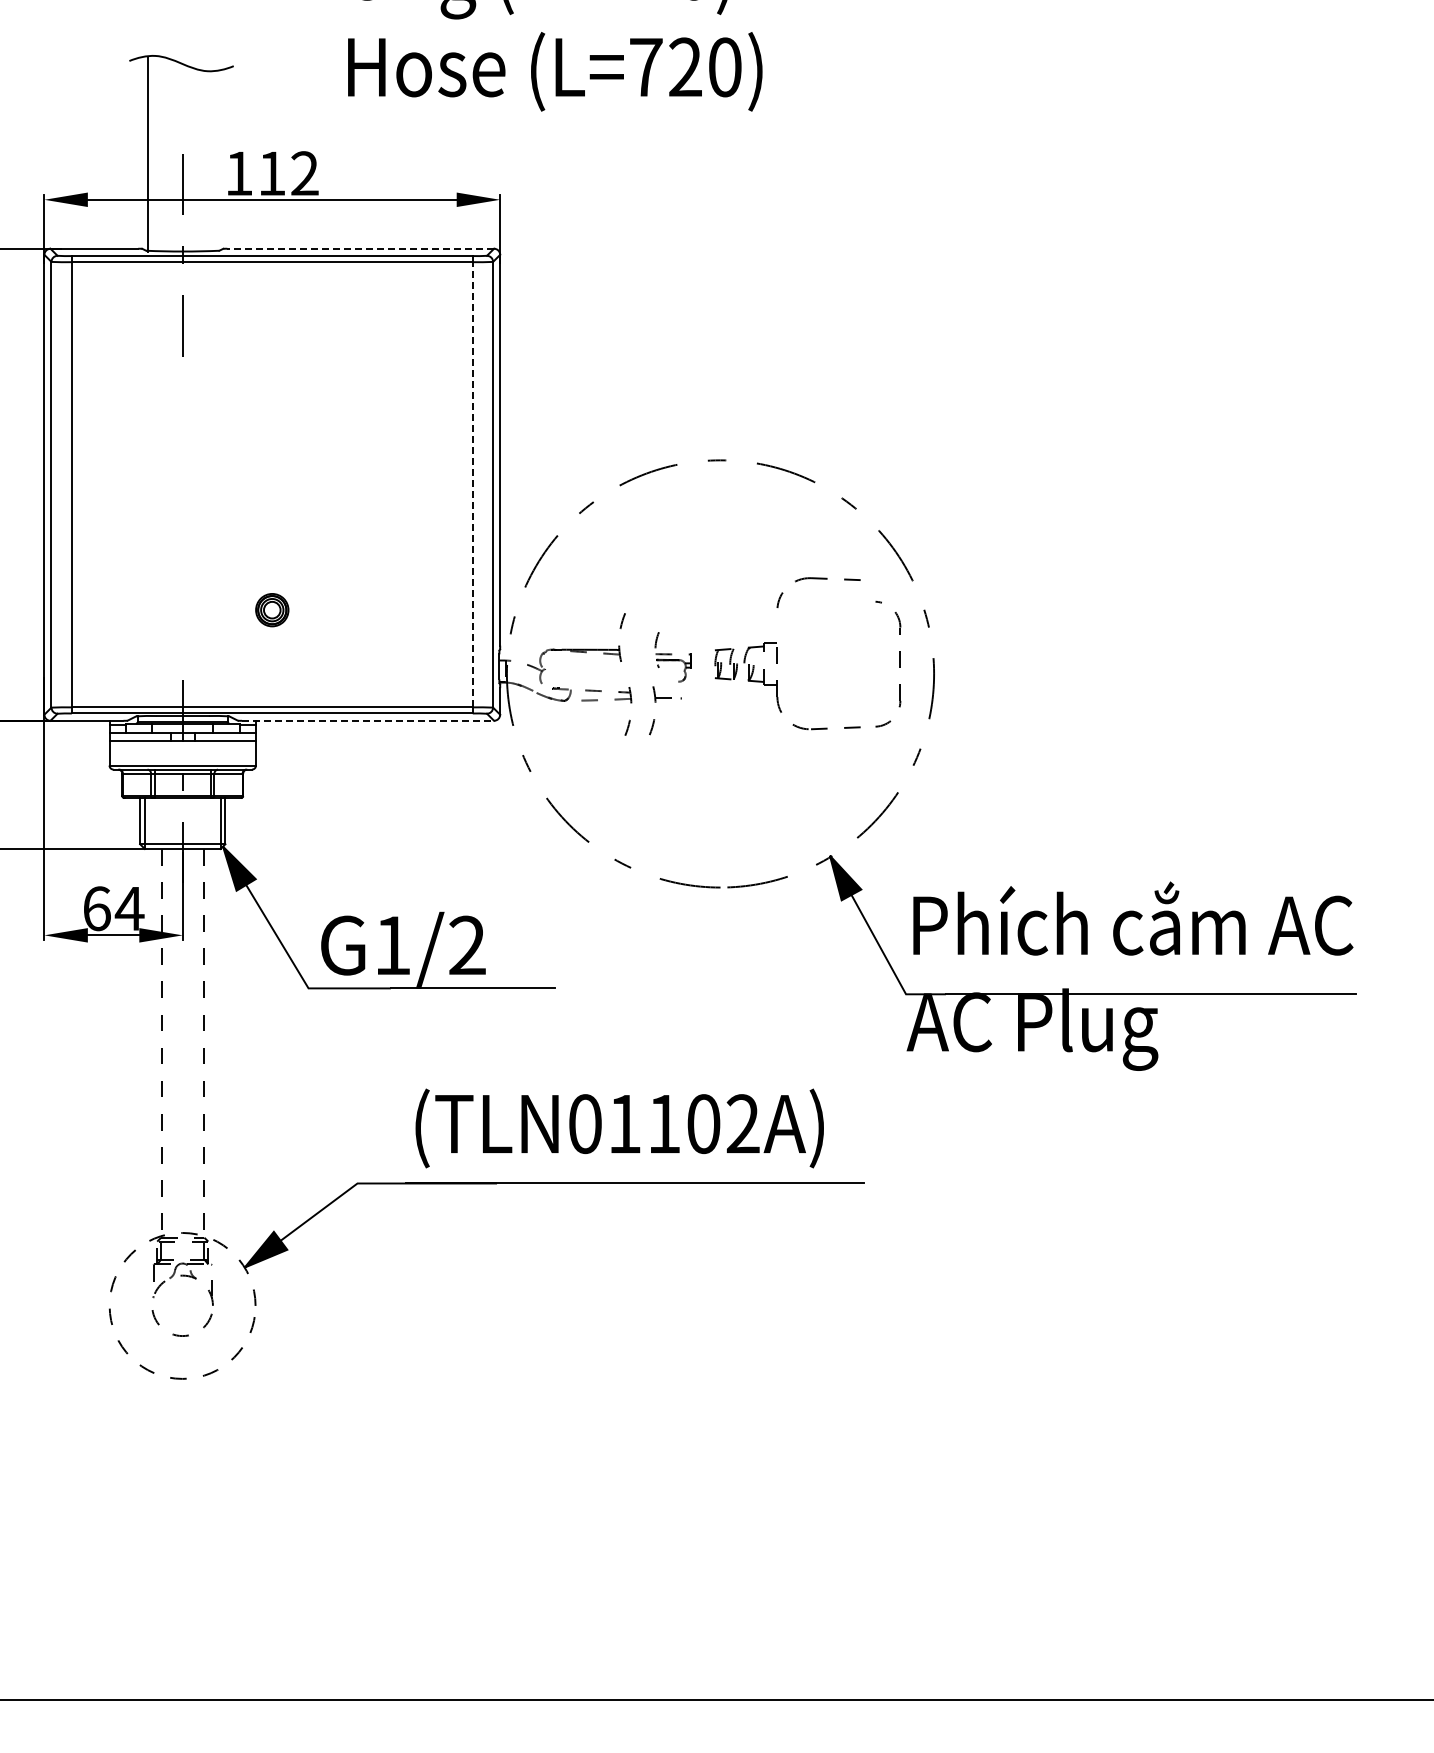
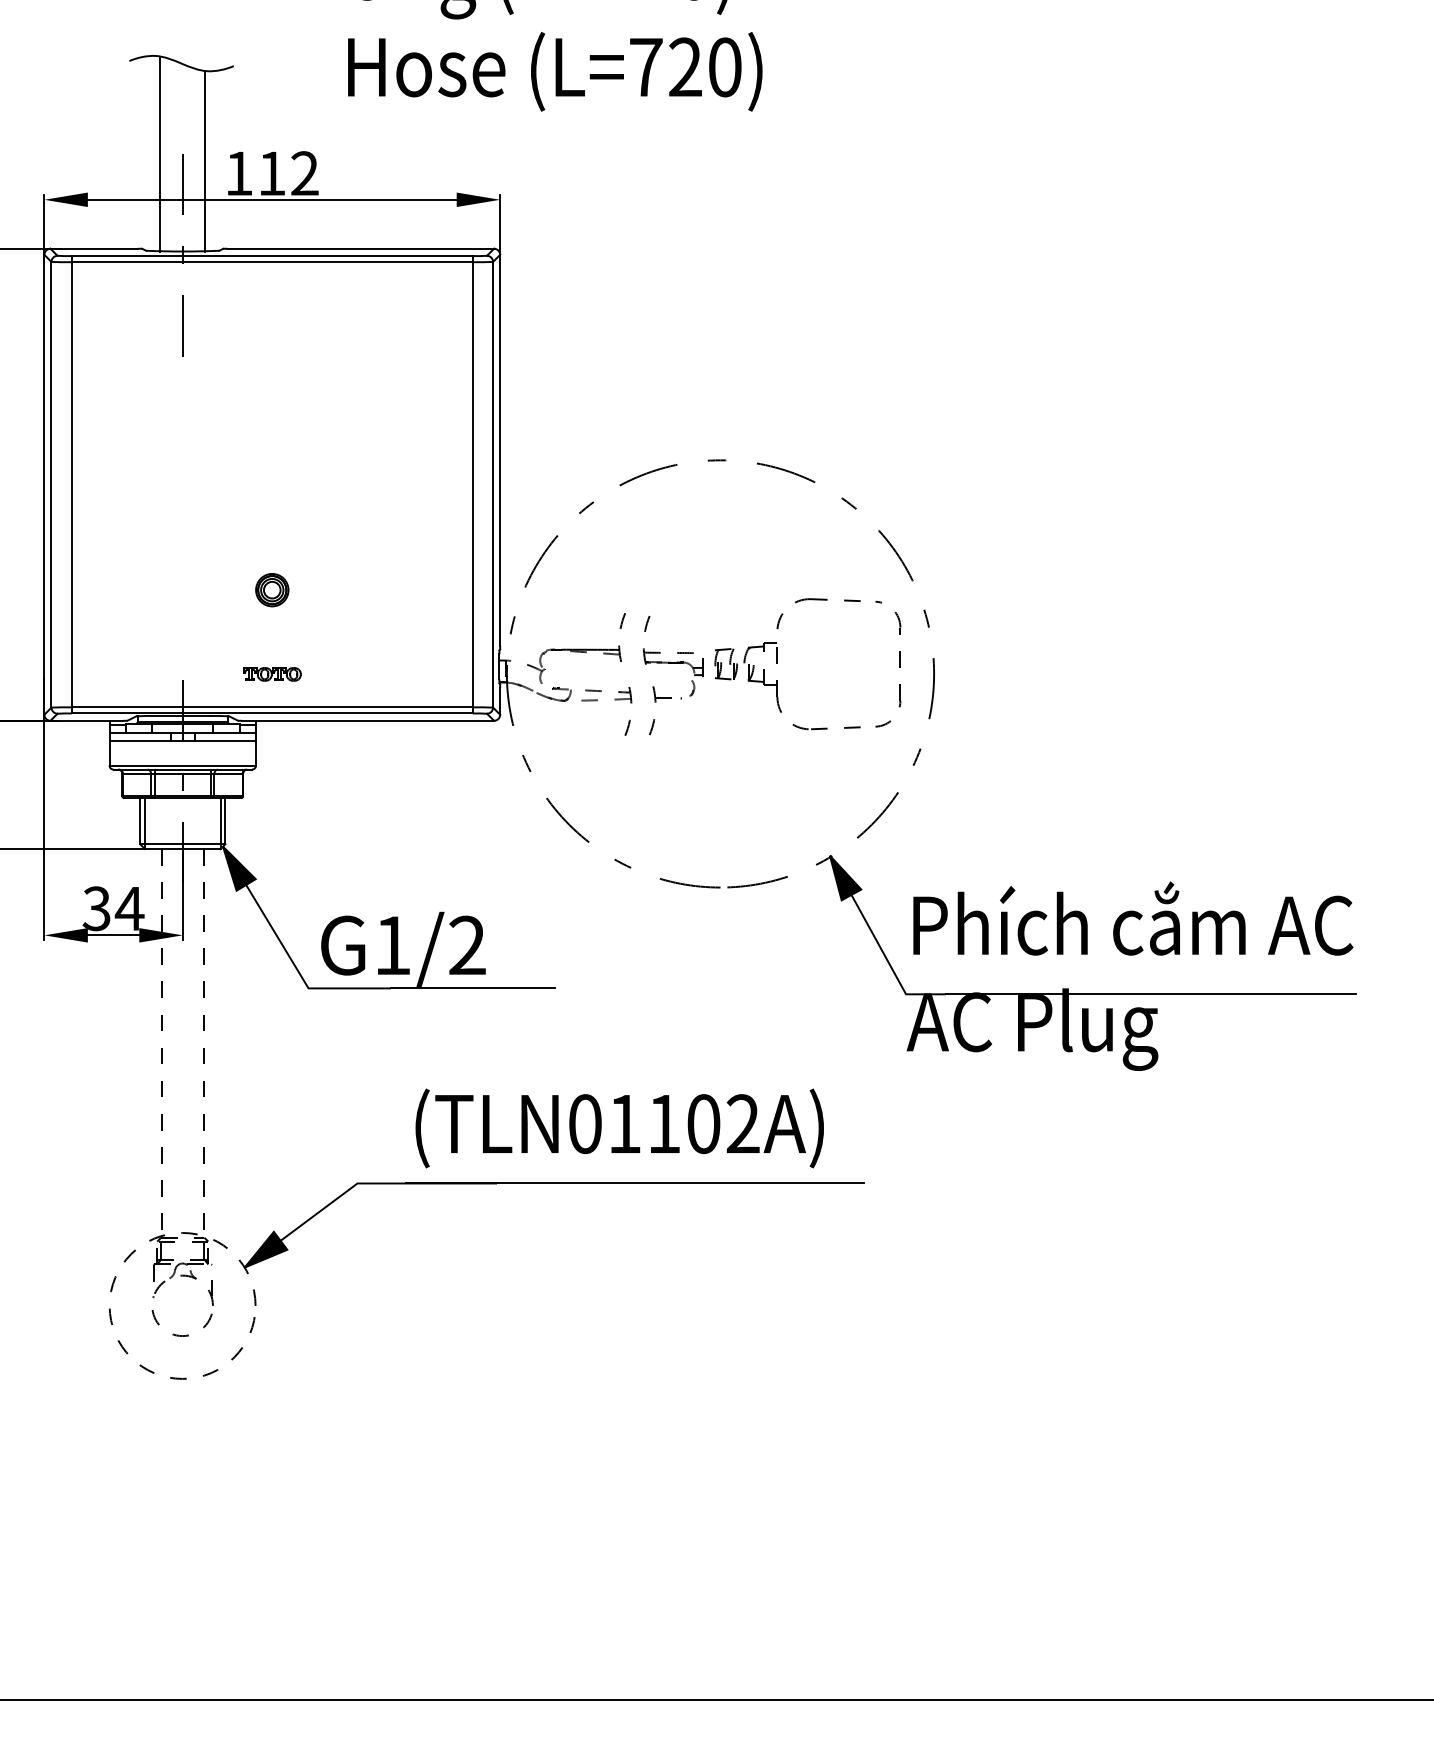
line at (148, 153) position: (148, 153) -> (160, 153)
line at (205, 161): none -> present
line at (360, 248): dashed -> solid
line at (472, 484): dashed -> solid
part at (818, 579) position: (818, 579) -> (818, 600)
part at (272, 610) position: (272, 610) -> (272, 590)
part at (672, 657) size: 38x51 px -> 62x81 px
part at (272, 674): none -> present
line at (368, 720): dashed -> solid
text at (96, 908): 64 -> 34
